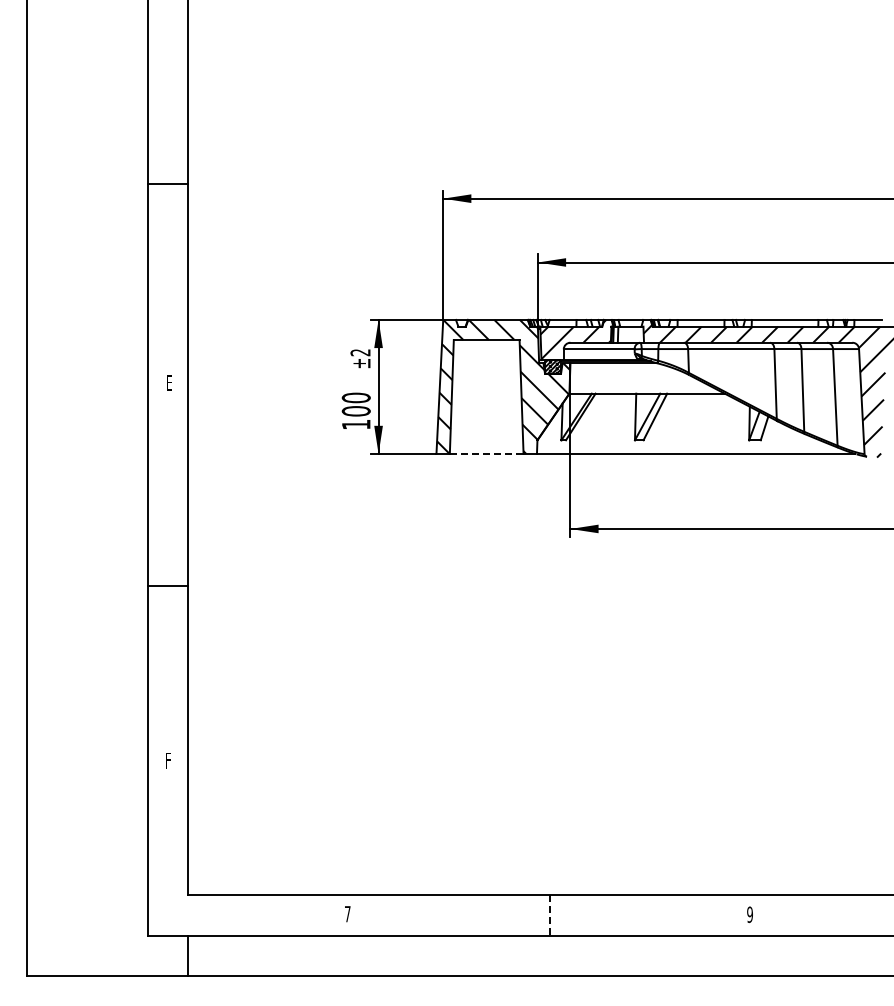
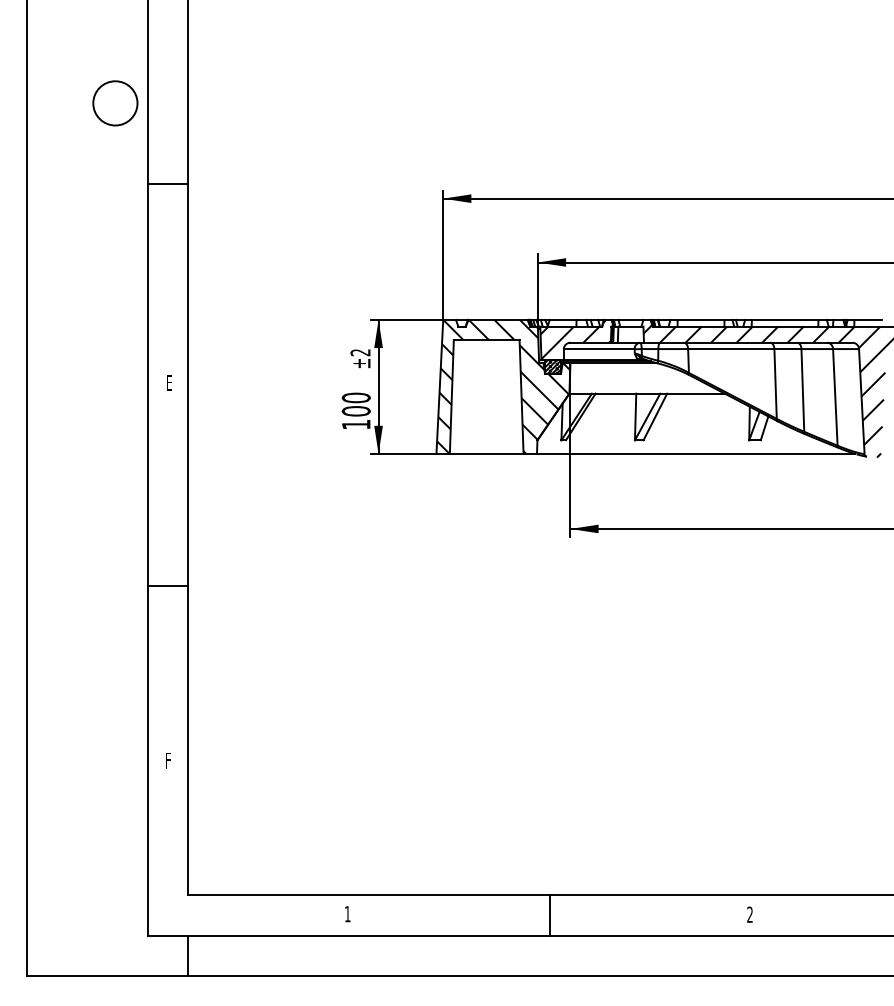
circle at (115, 103): none -> present
line at (486, 453): dashed -> solid
text at (347, 914): 7 -> 1
text at (749, 914): 9 -> 2
line at (549, 916): dashed -> solid
